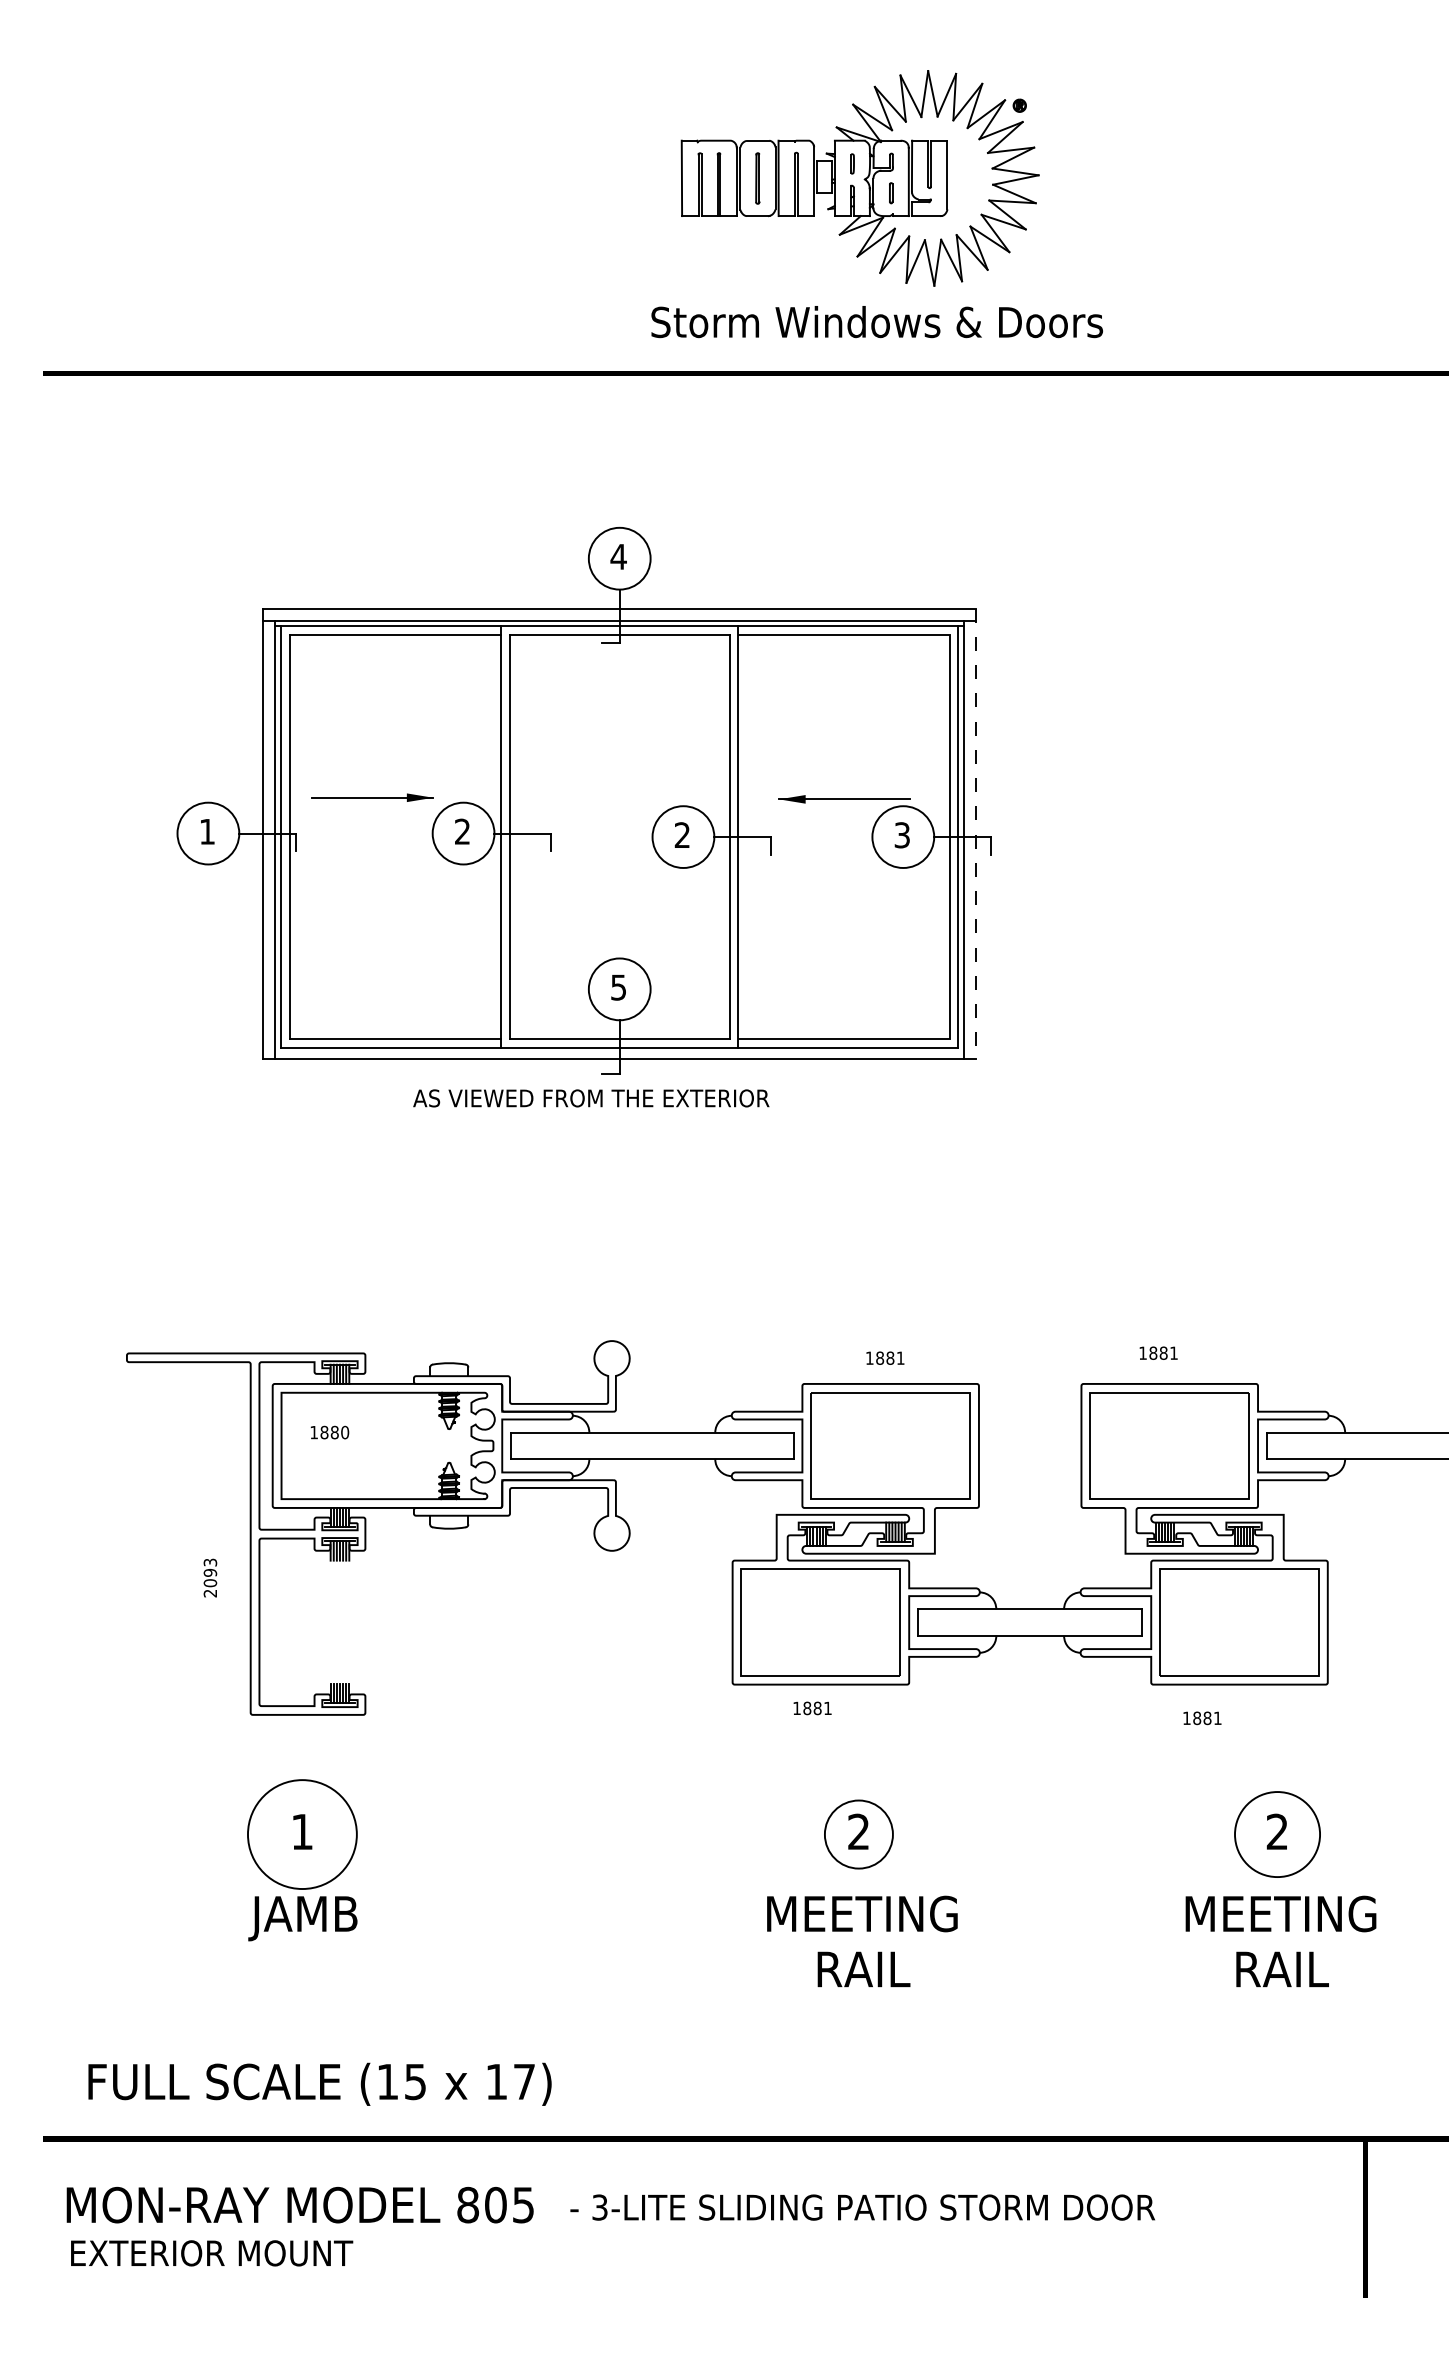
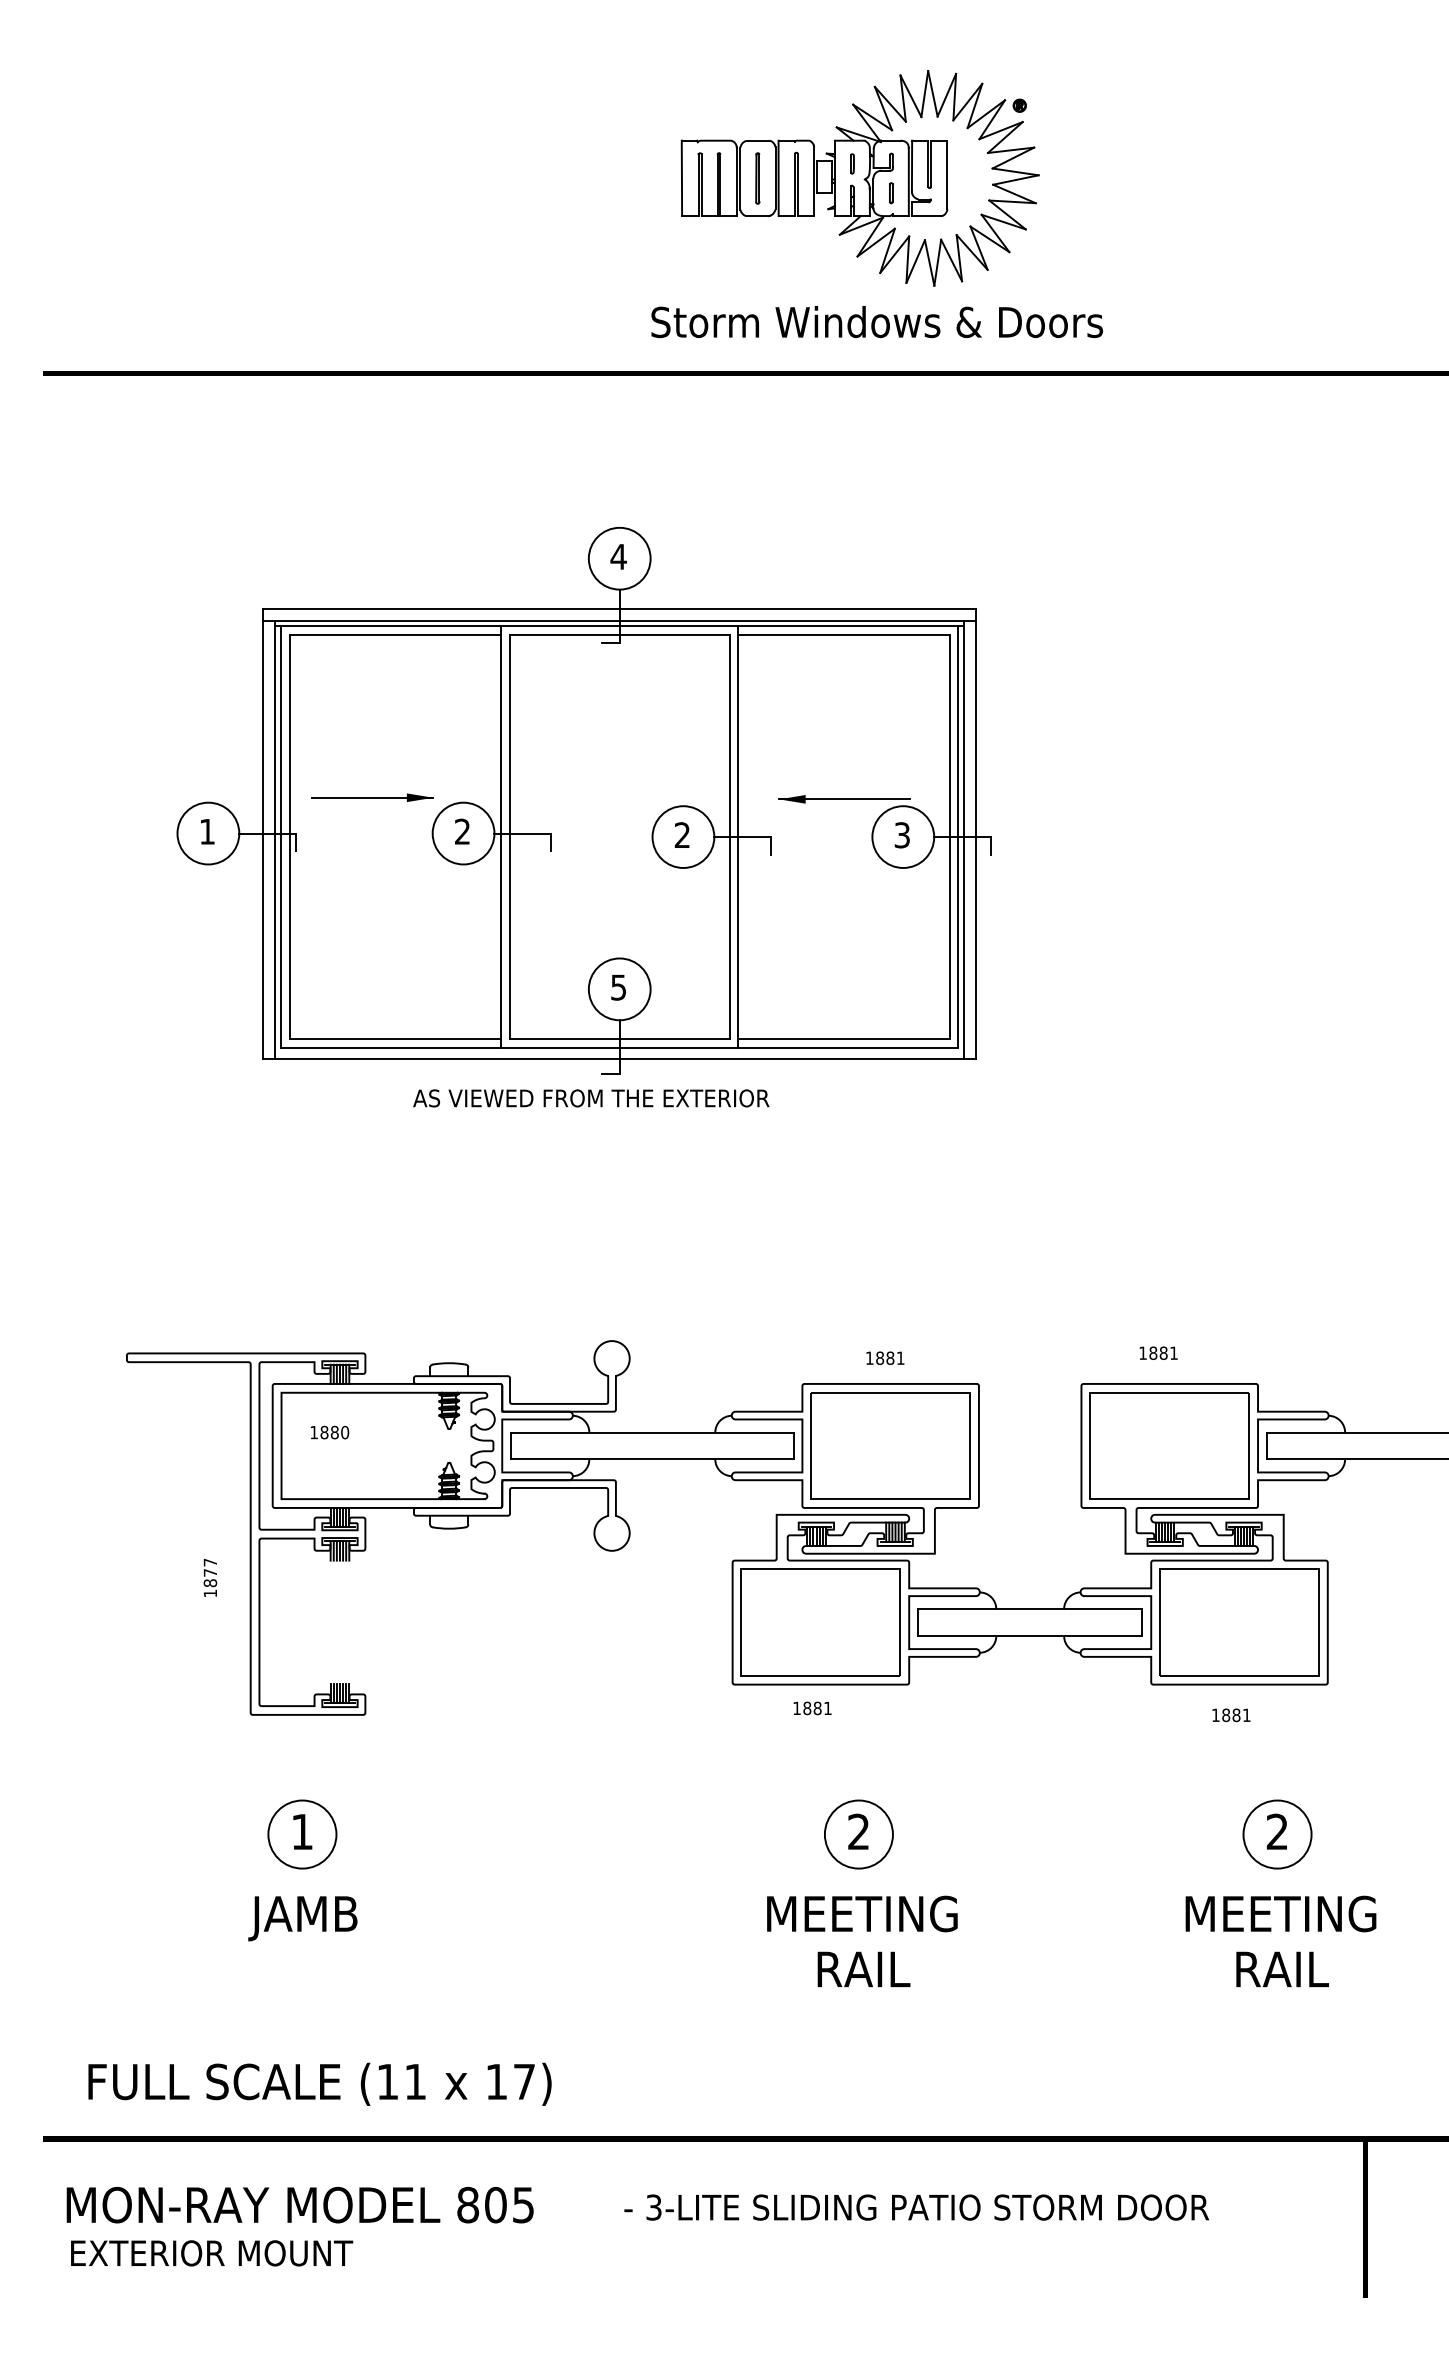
line at (976, 834): dashed -> solid
text at (210, 1577): 2093 -> 1877
text at (1202, 1718) position: (1202, 1718) -> (1231, 1715)
circle at (301, 1834) diameter: 109 px -> 68 px
circle at (1277, 1834) diameter: 85 px -> 68 px
text at (415, 2082): (15 -> (11
text at (862, 2207) position: (862, 2207) -> (916, 2207)
